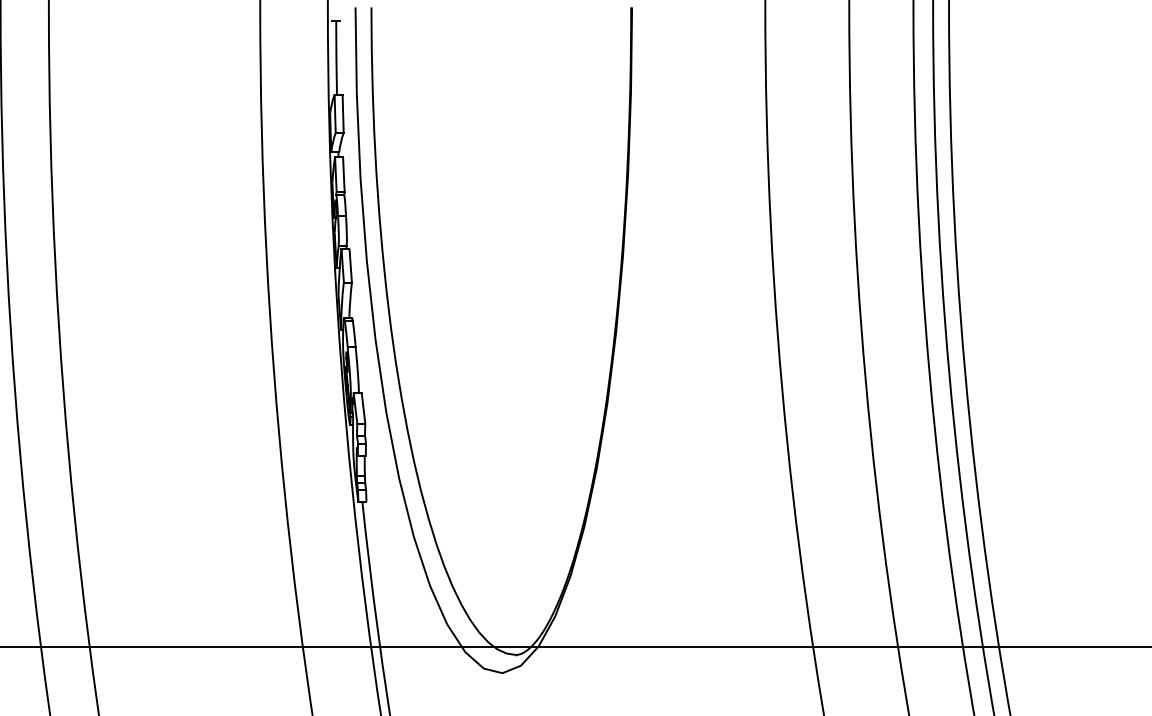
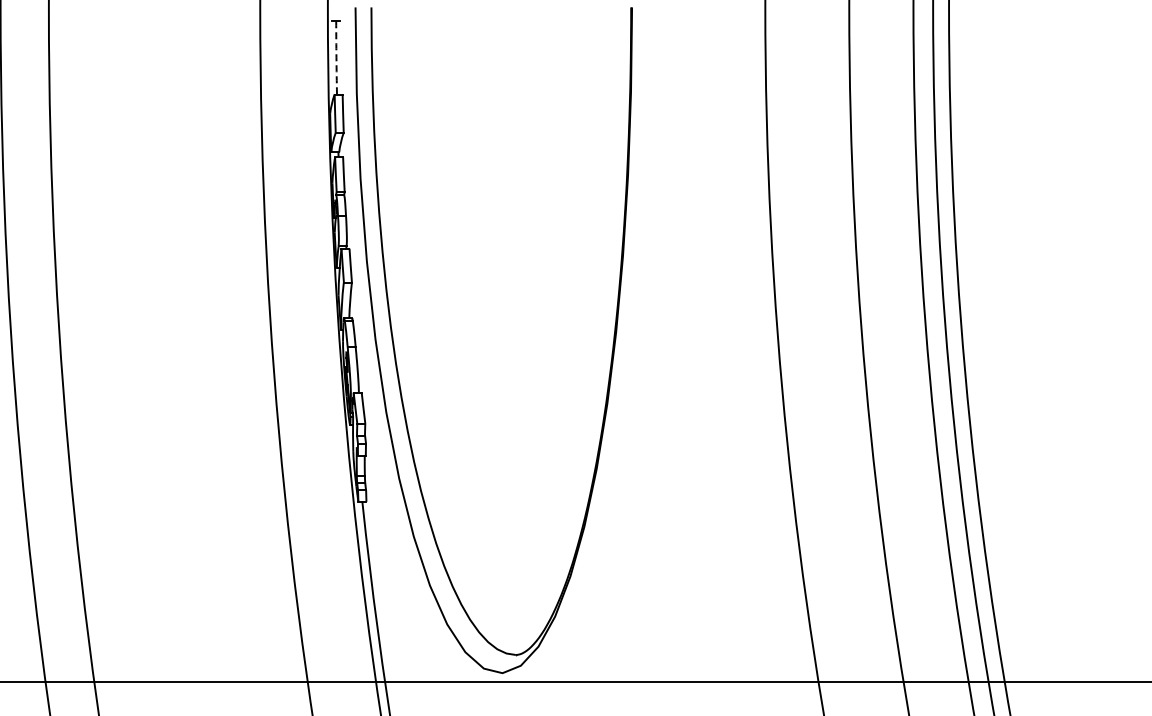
arc at (336, 57): solid -> dashed
line at (575, 646) position: (575, 646) -> (575, 681)
